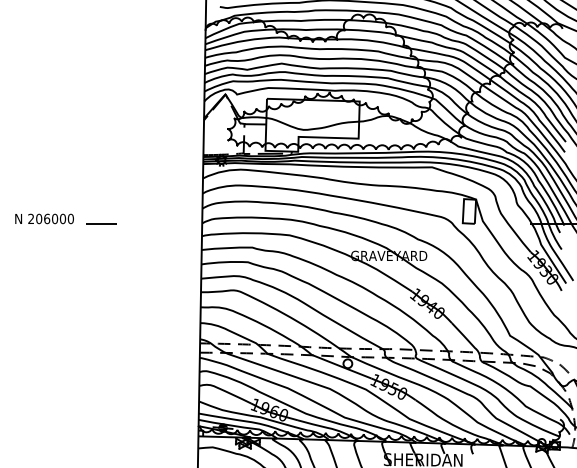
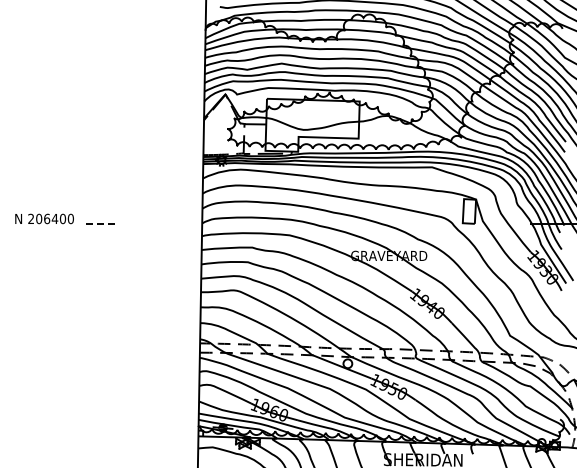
text at (54, 218): 206000 -> 206400
line at (101, 224): solid -> dashed
